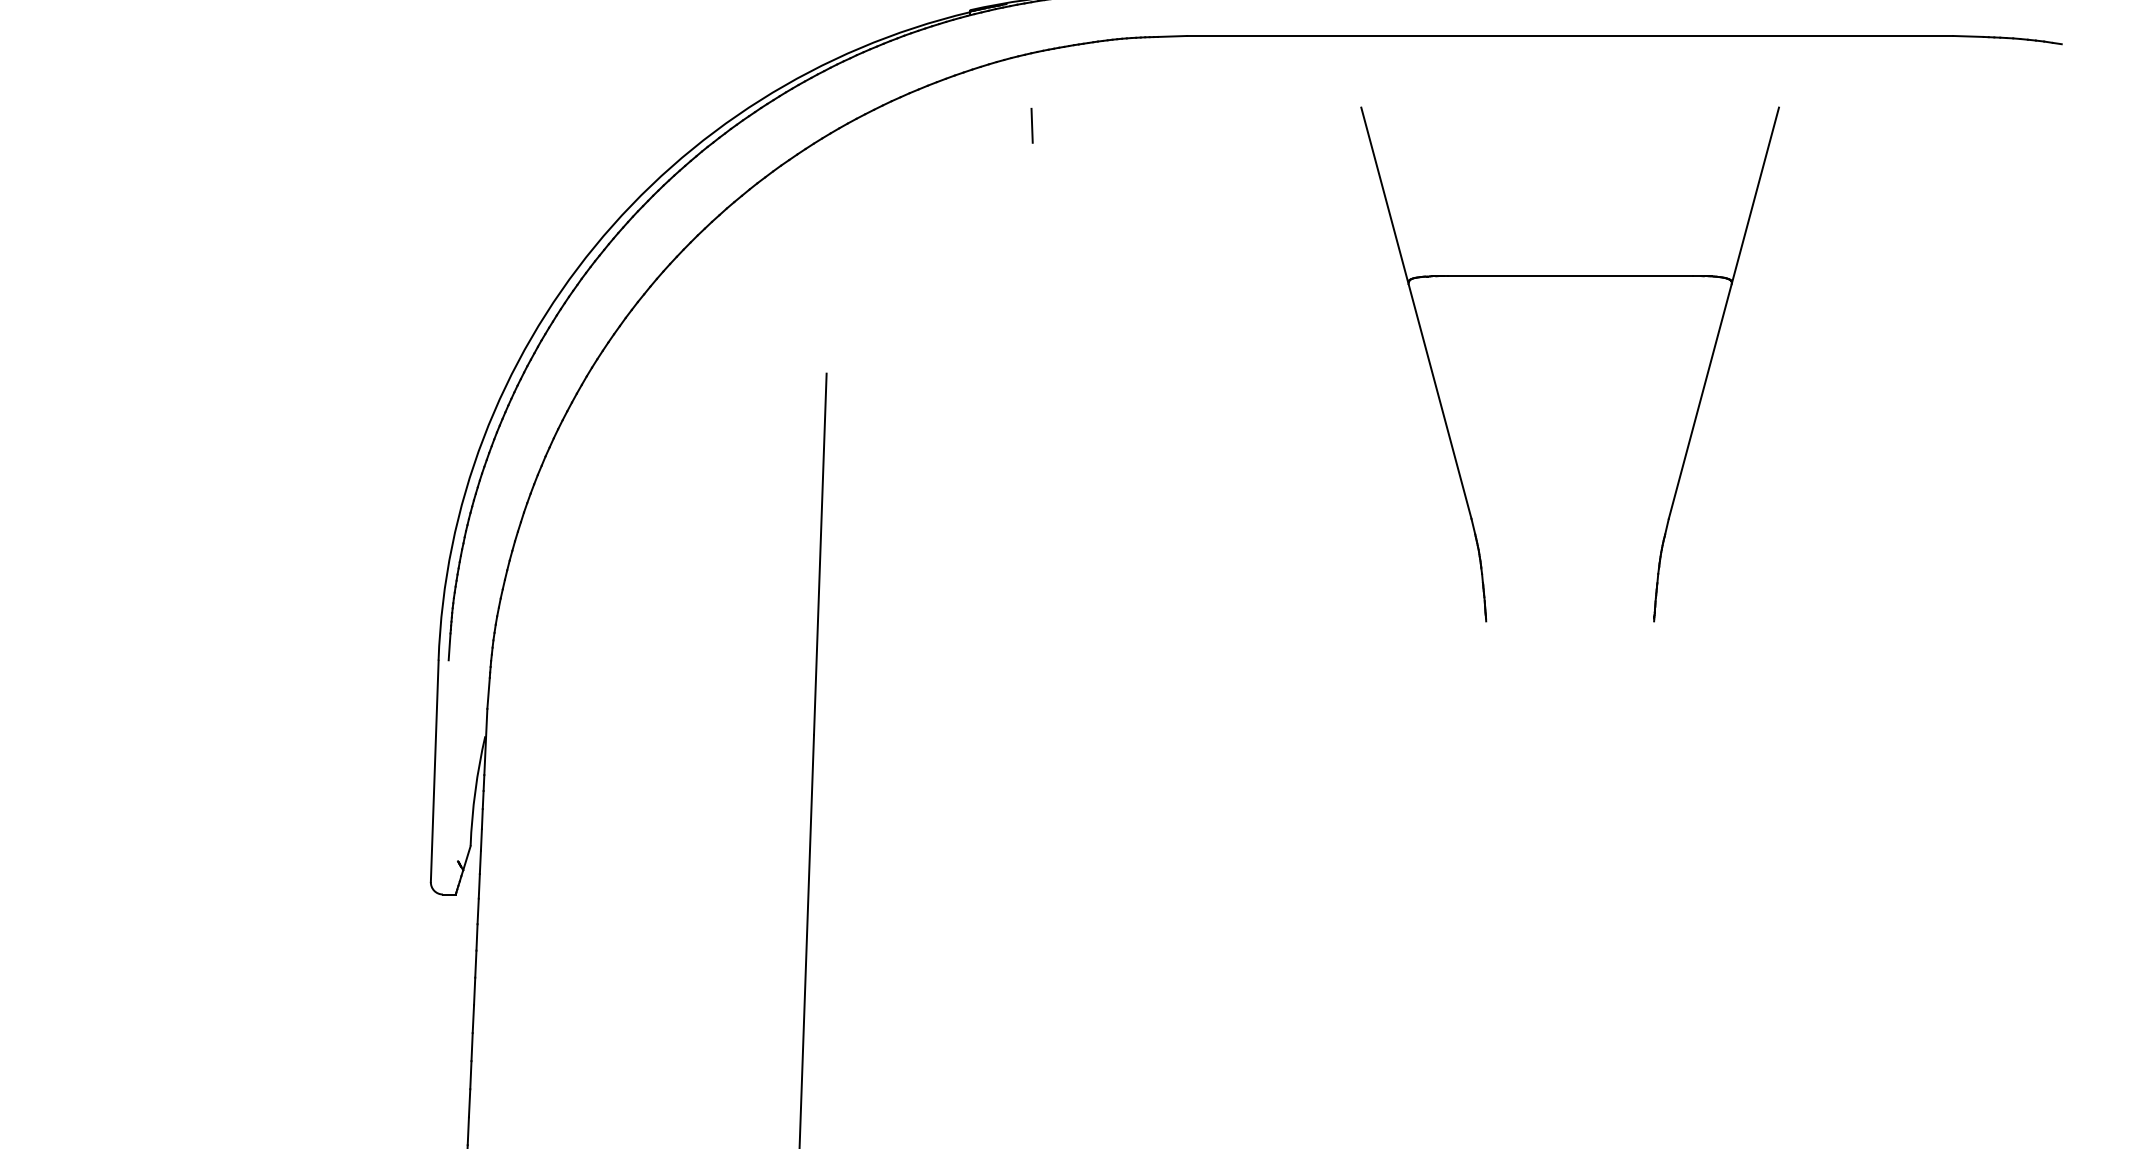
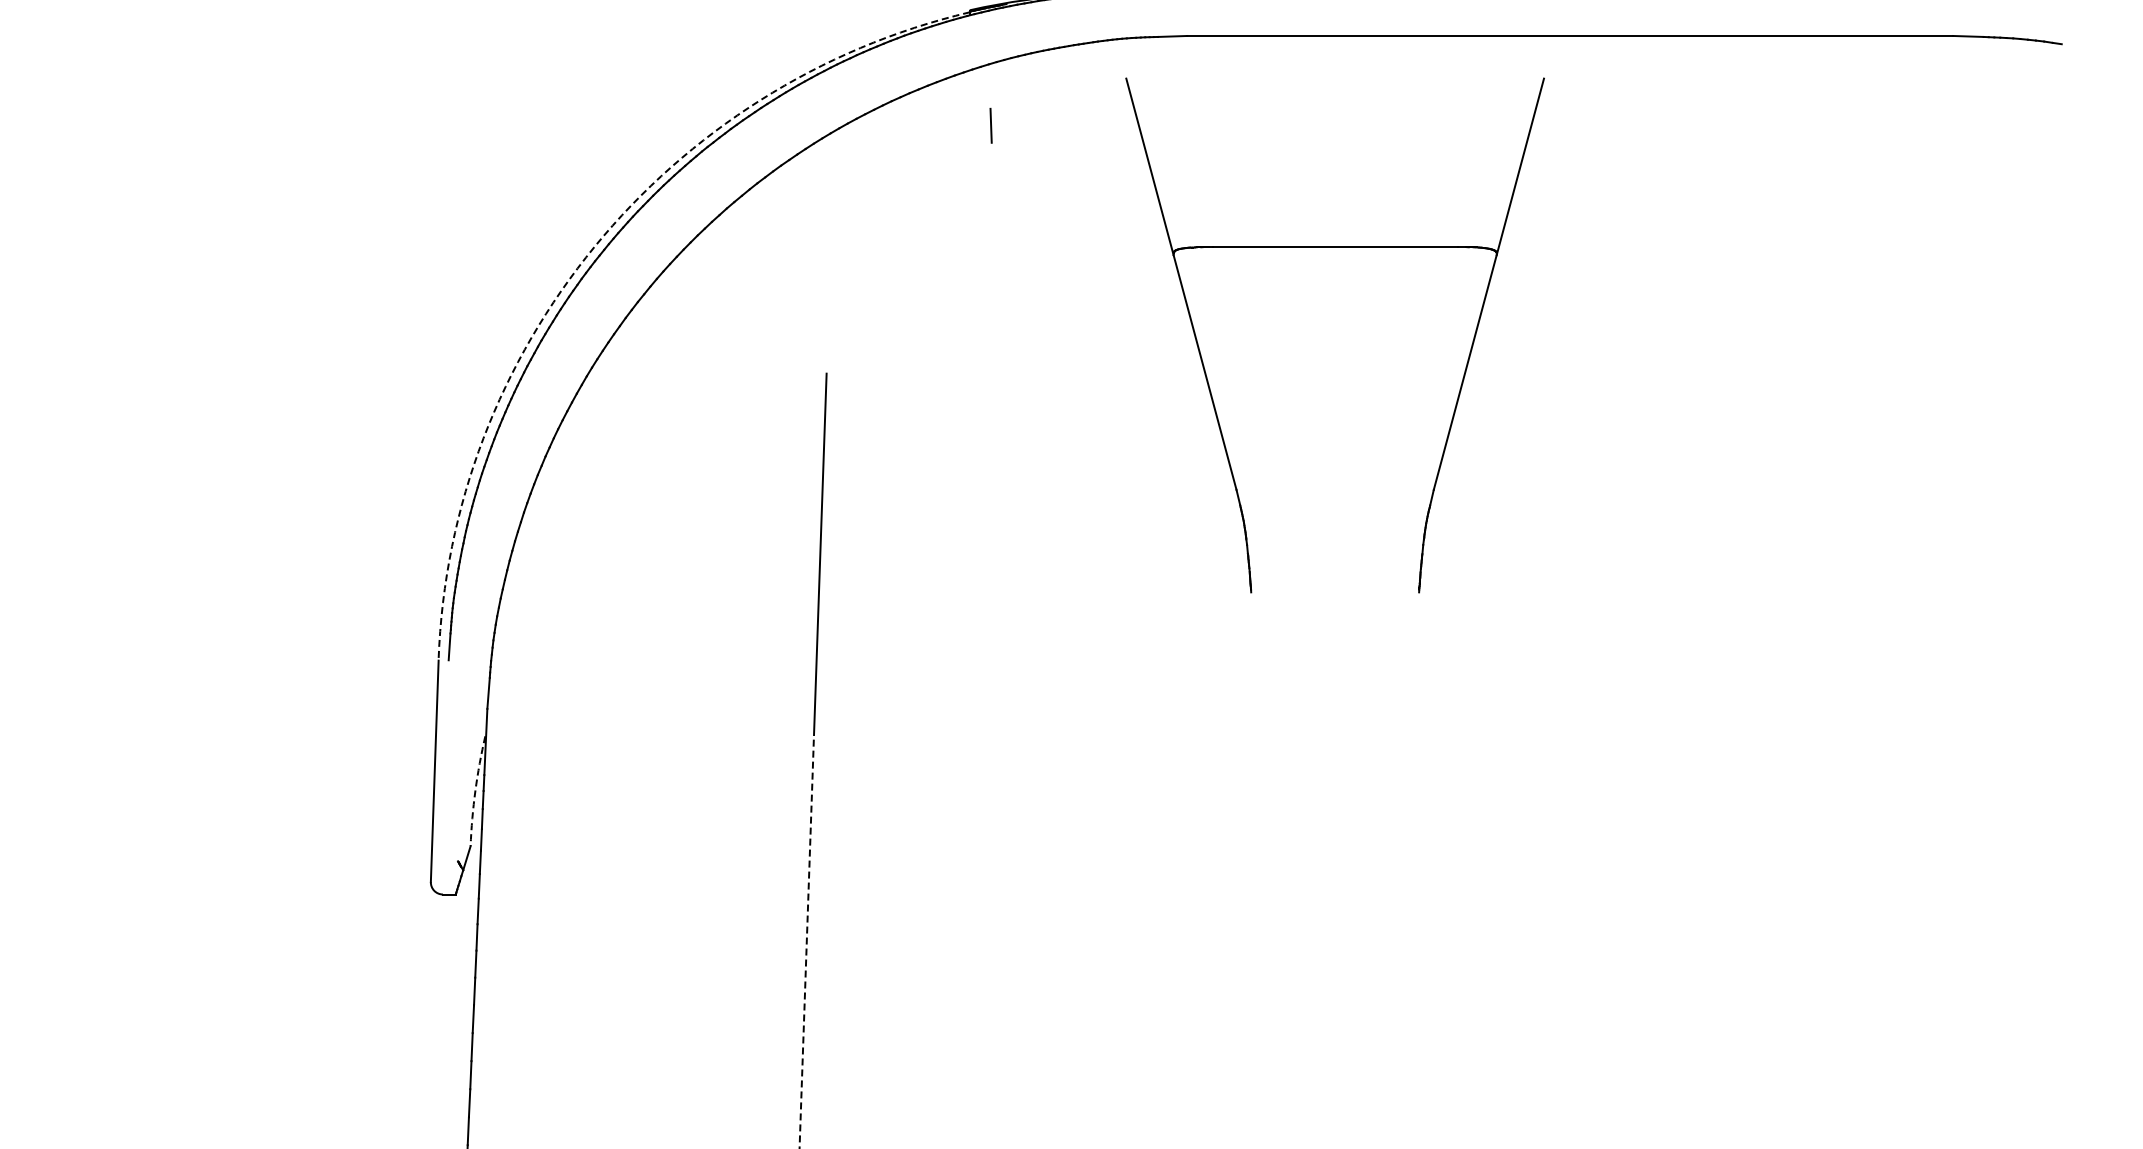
line at (1031, 125) position: (1031, 125) -> (990, 125)
arc at (594, 246): solid -> dashed
part at (1569, 276) position: (1569, 276) -> (1334, 247)
arc at (475, 790): solid -> dashed
line at (806, 941): solid -> dashed
